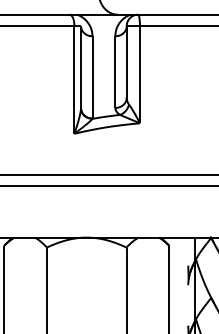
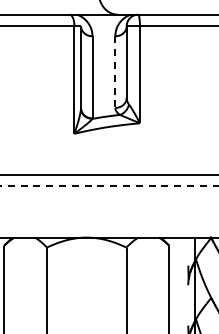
line at (115, 72): solid -> dashed
line at (109, 186): solid -> dashed
